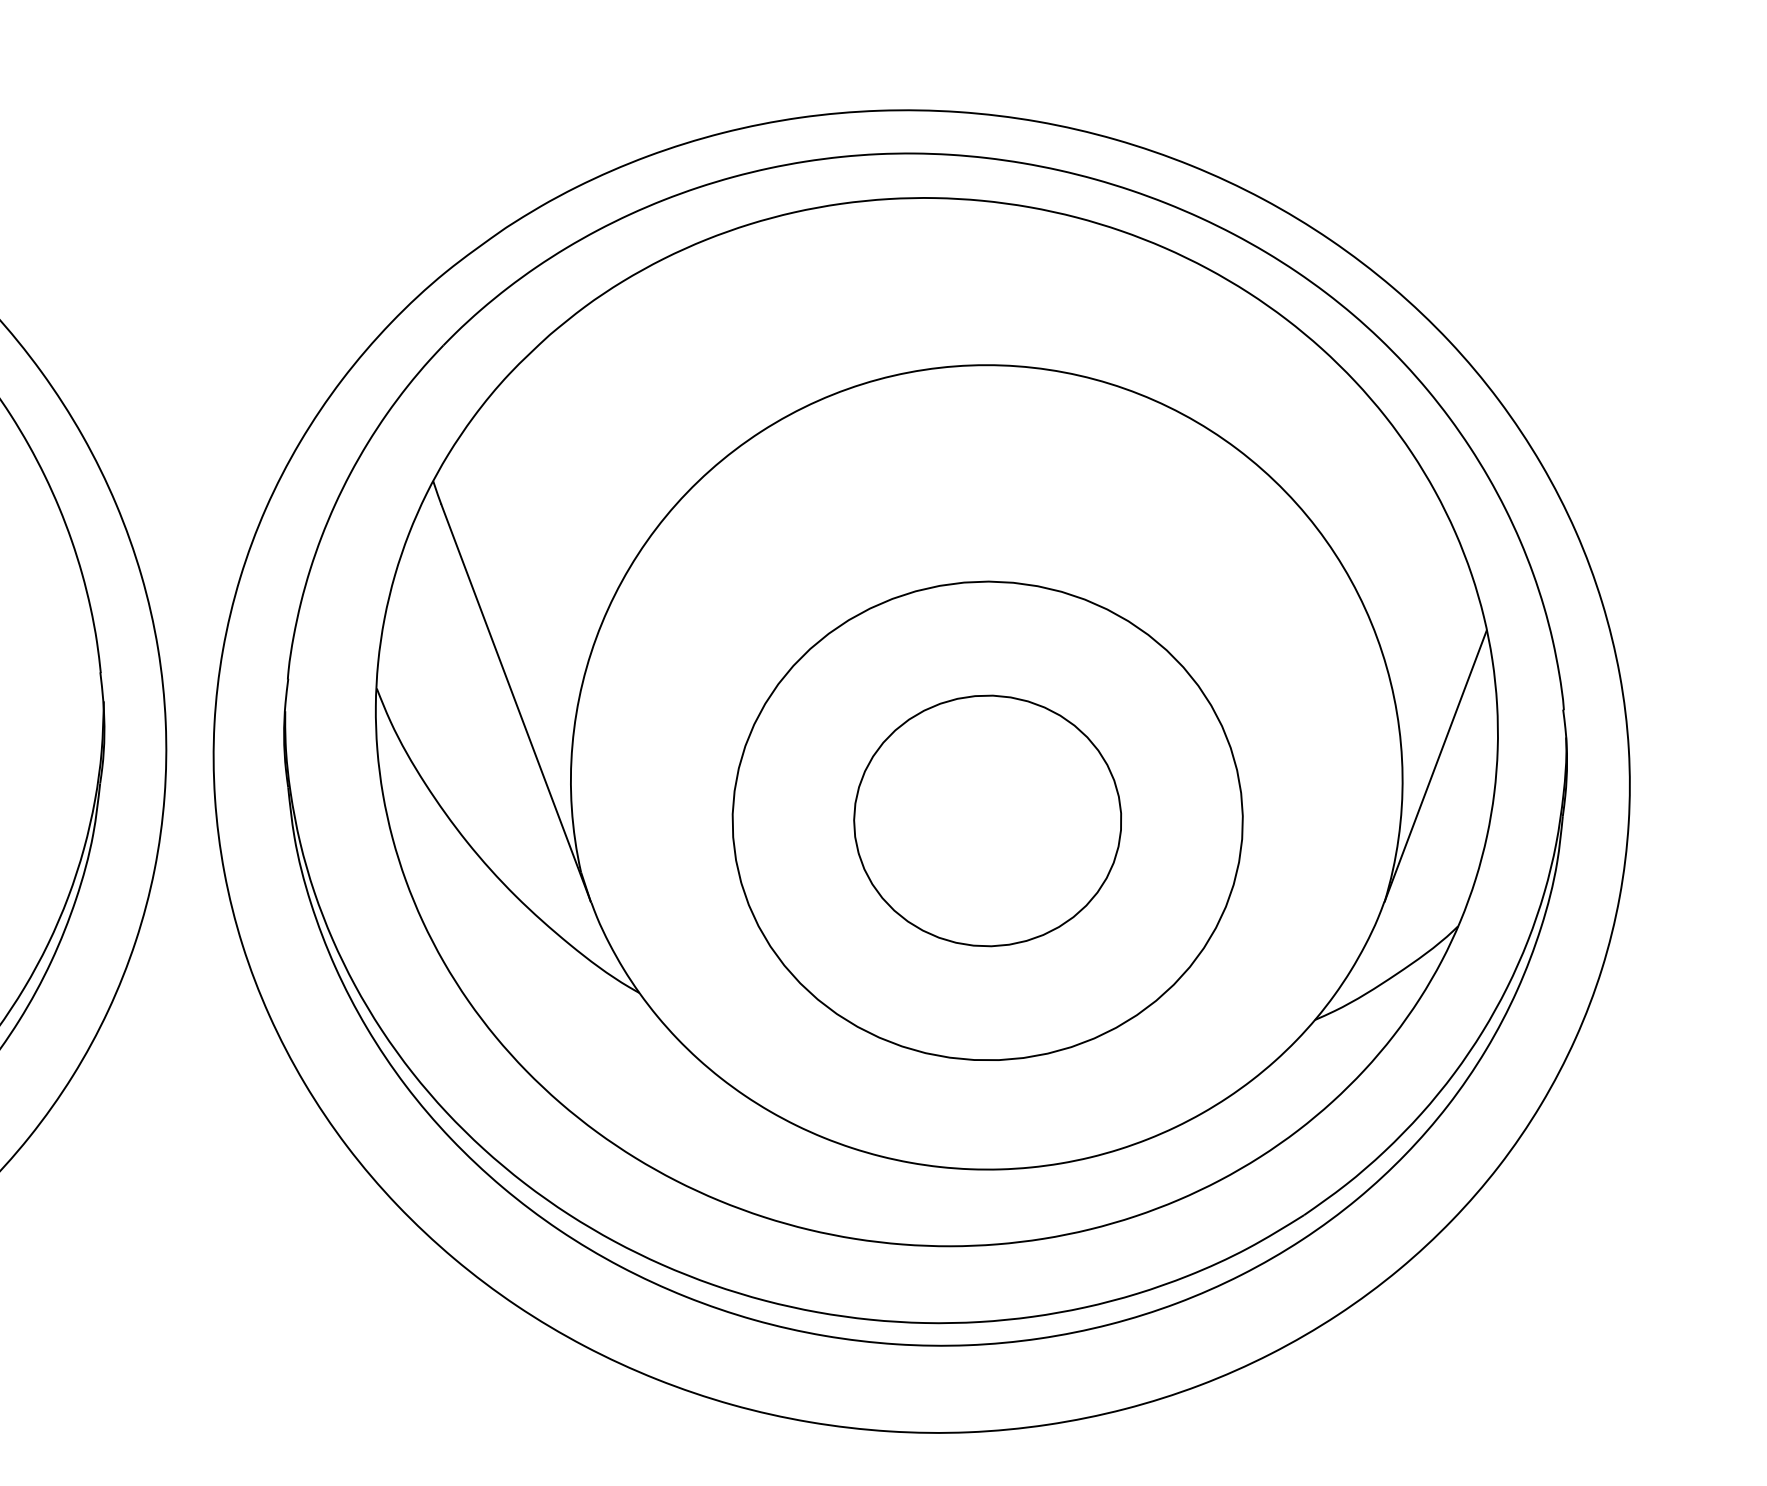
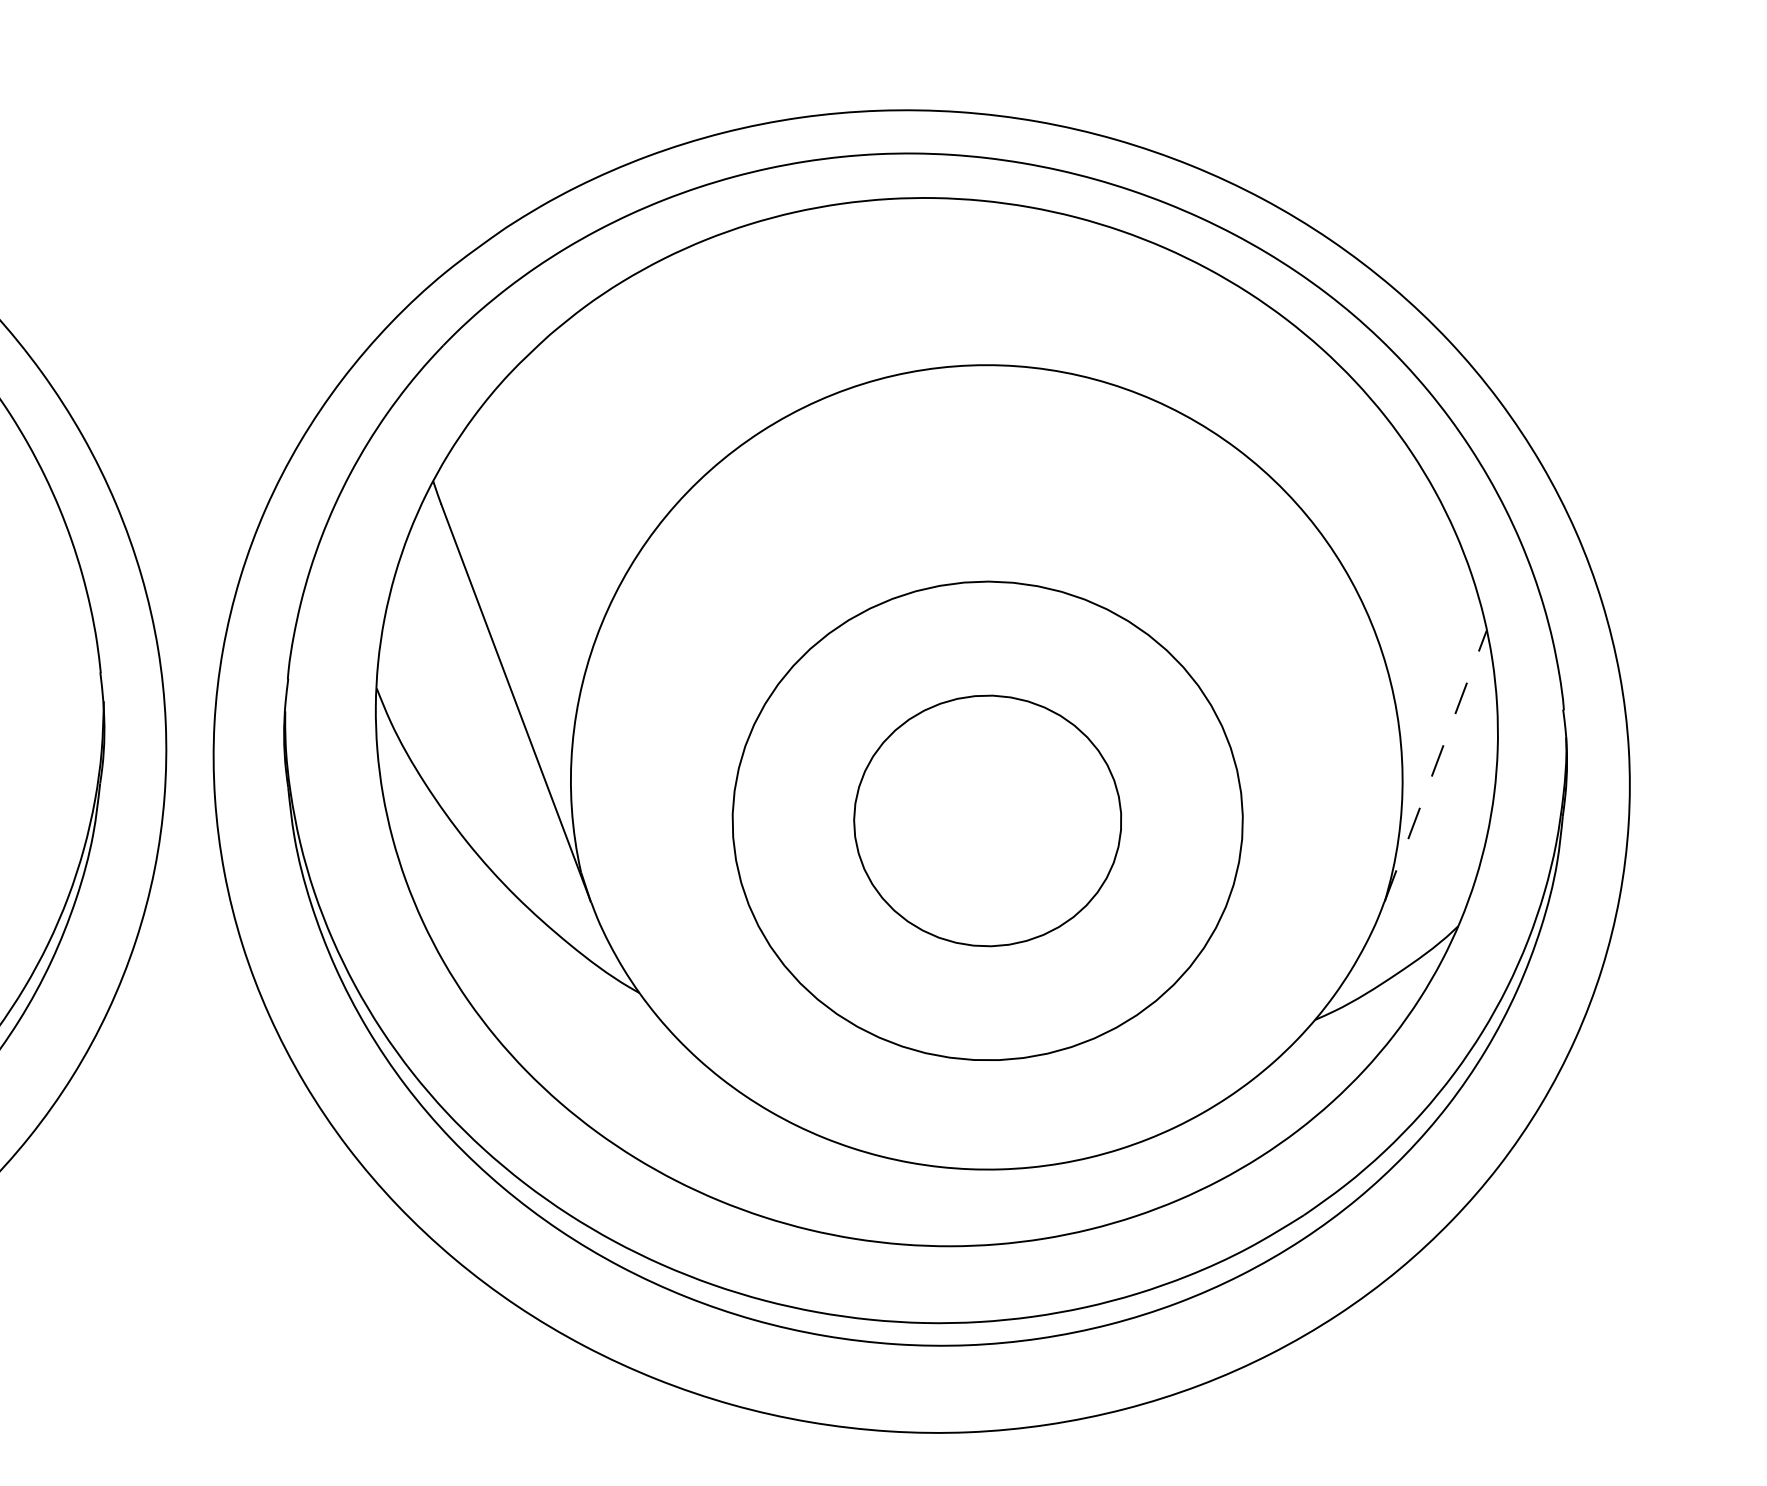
line at (1435, 766): solid -> dashed
